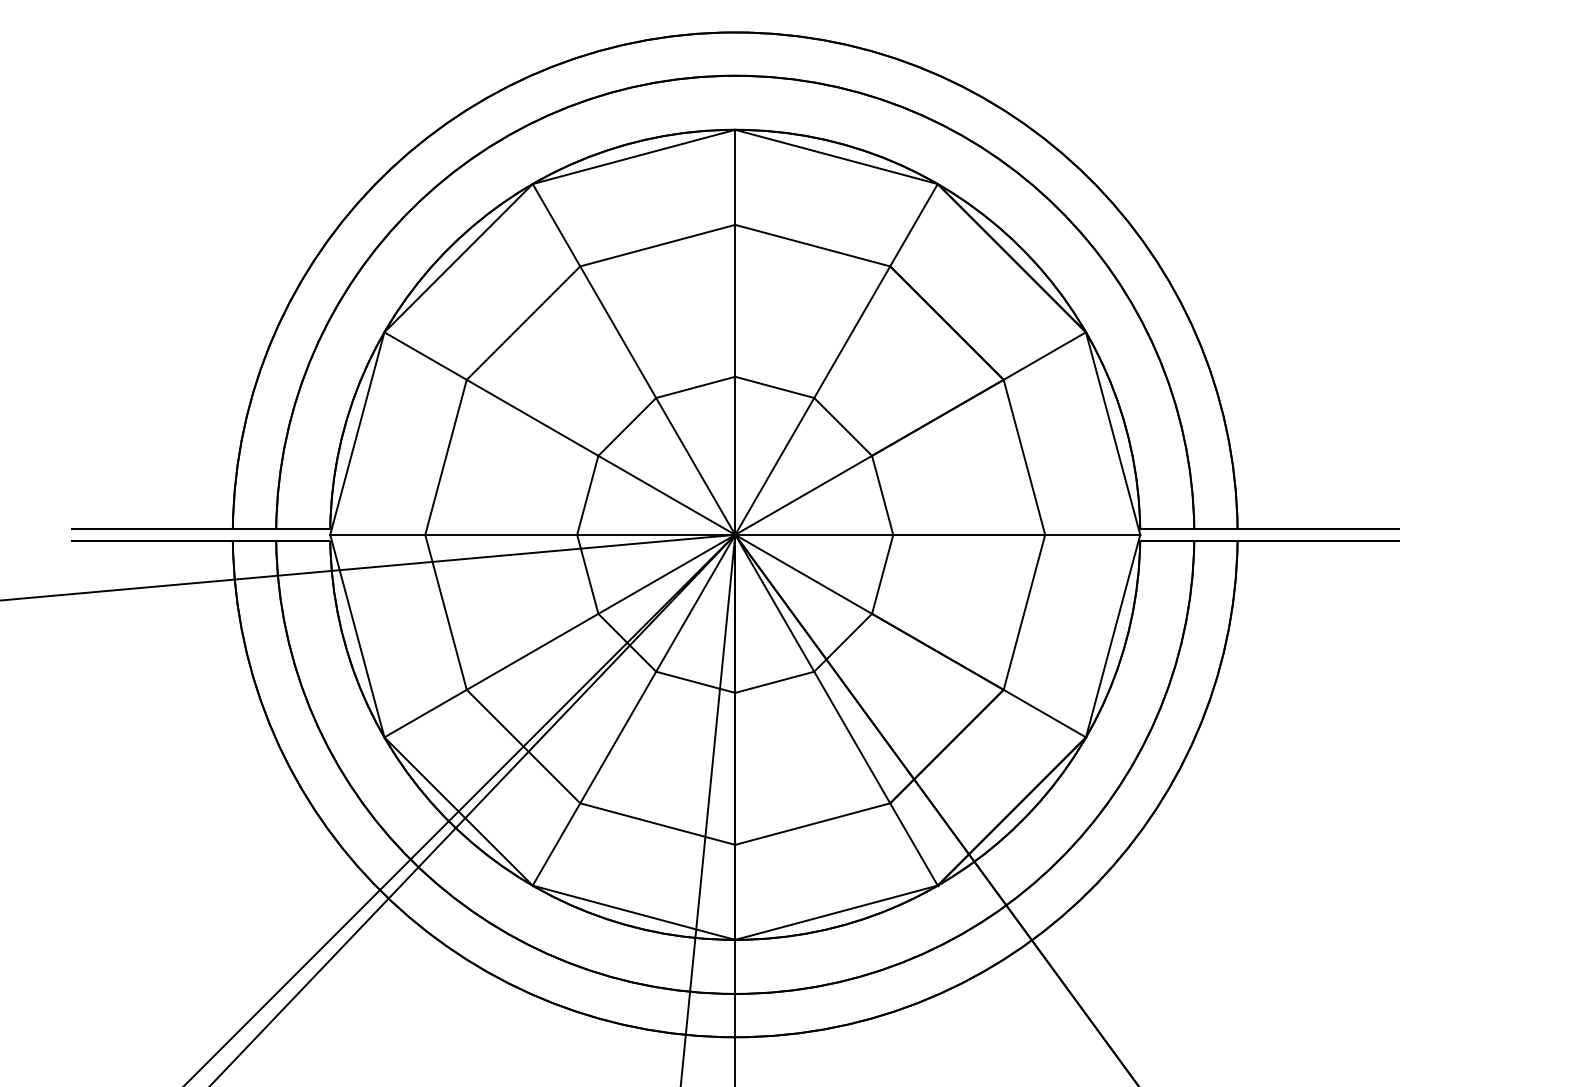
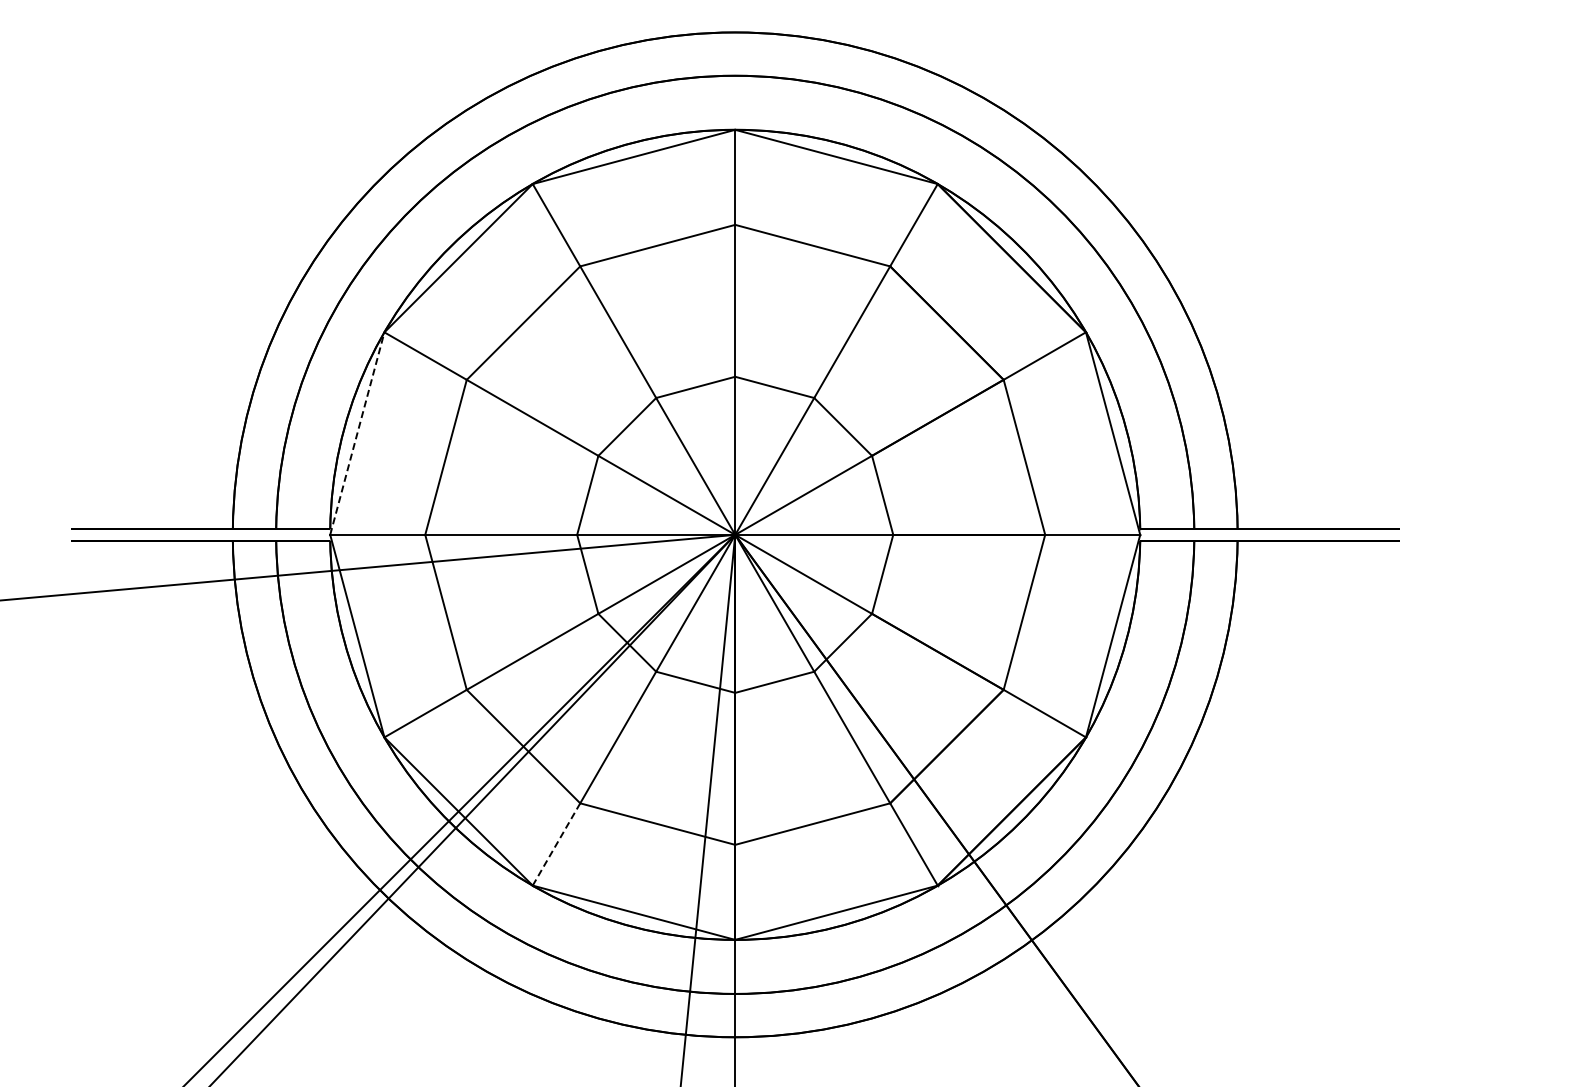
line at (357, 433): solid -> dashed
line at (556, 844): solid -> dashed
